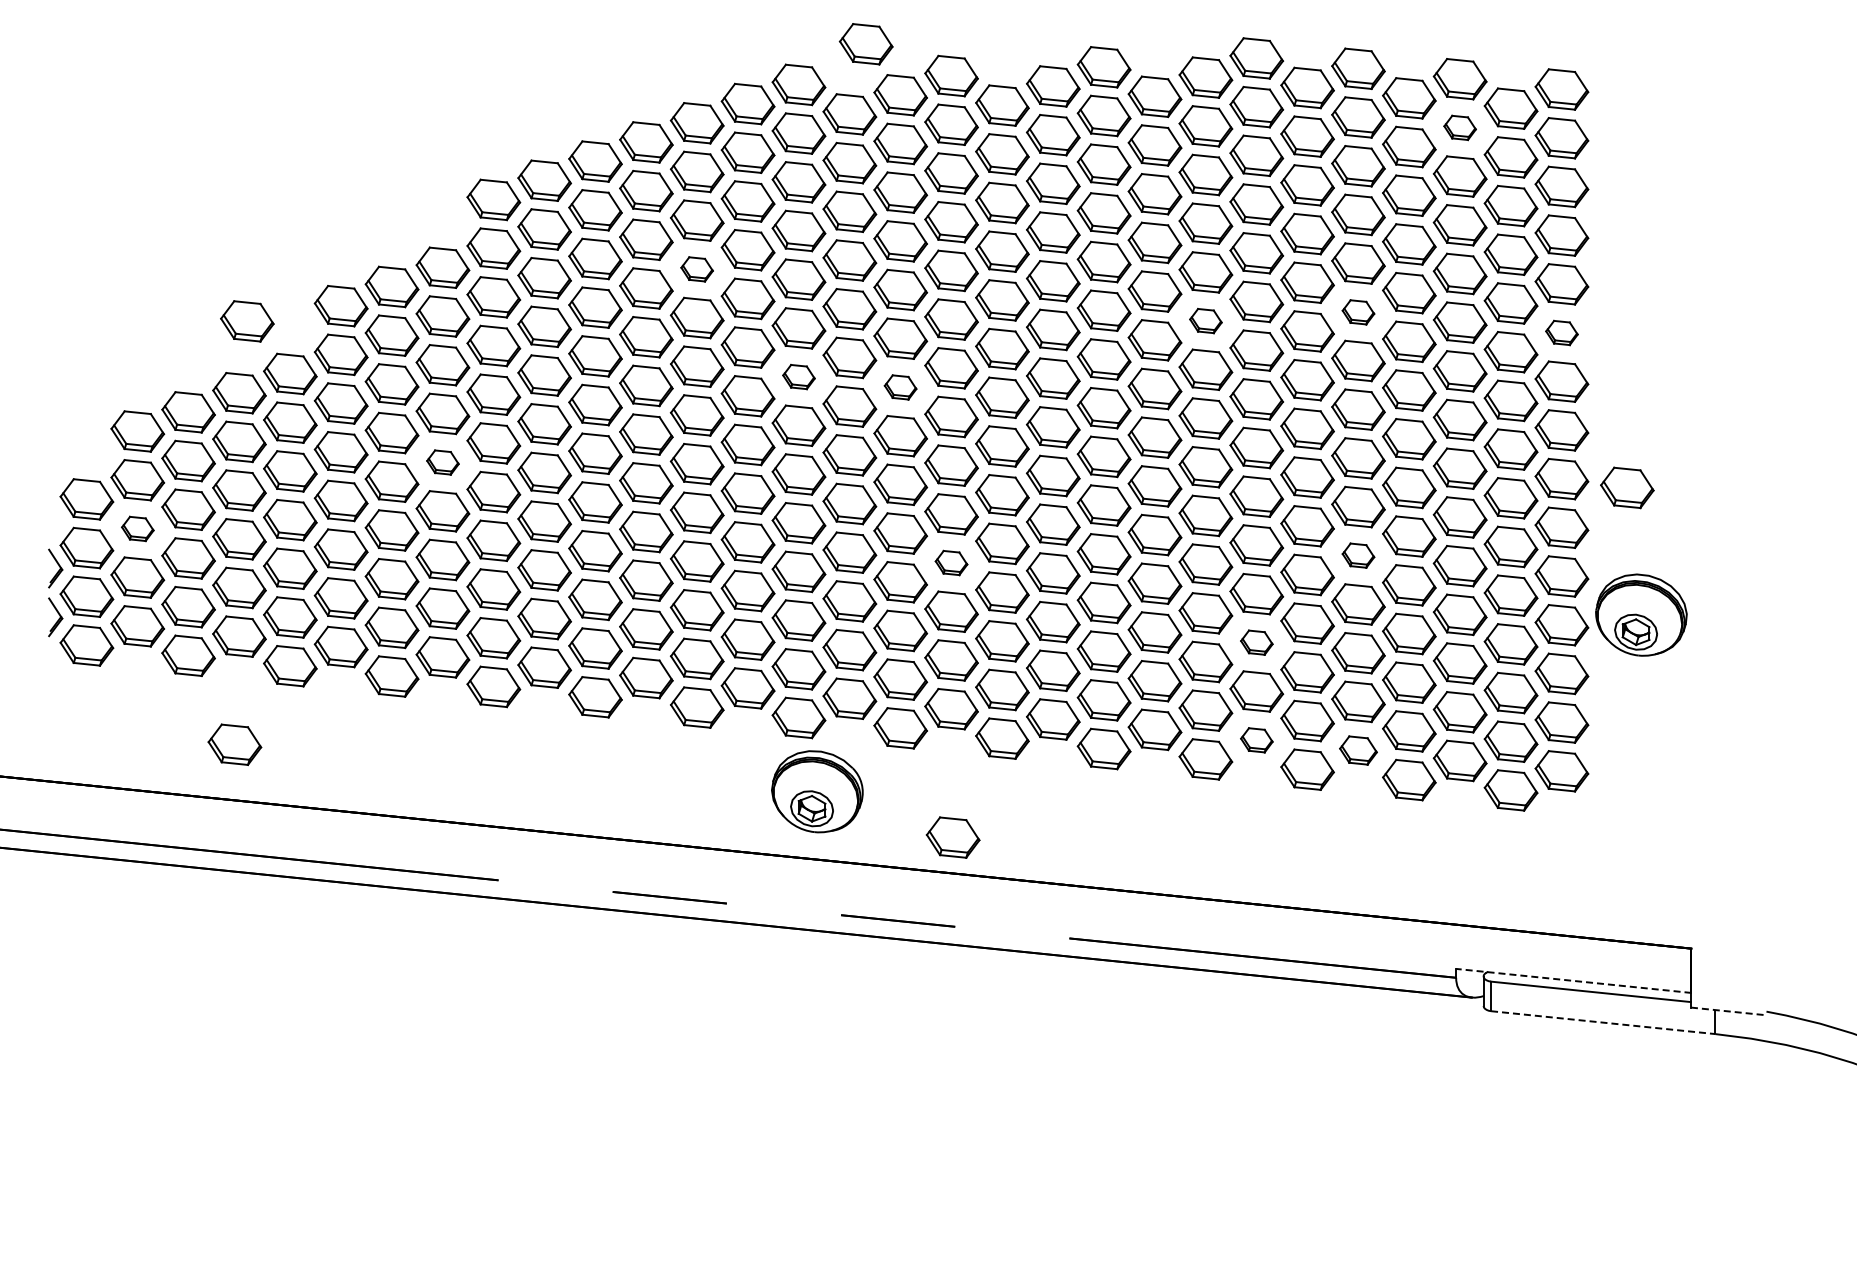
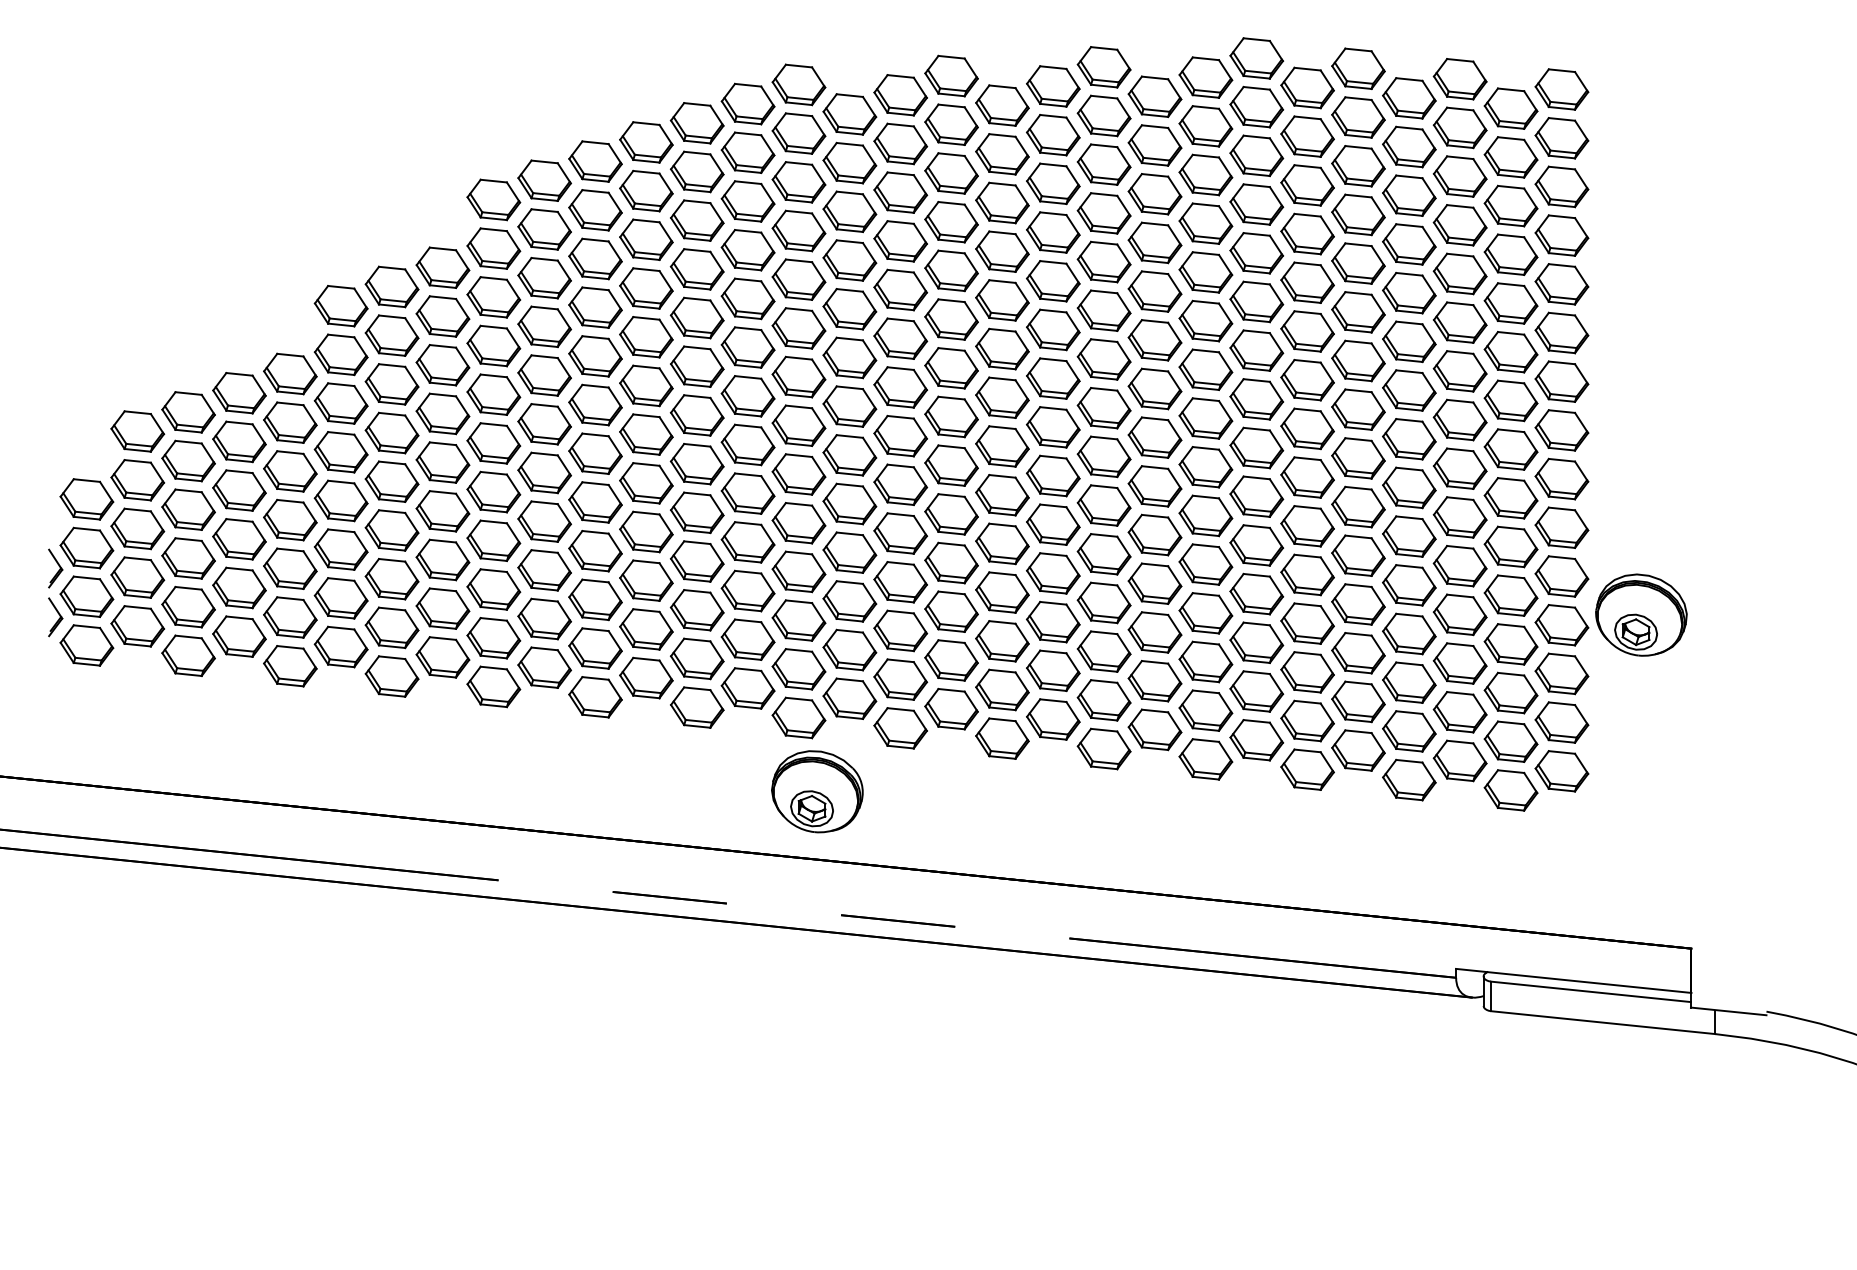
part at (865, 44): present -> none
part at (1459, 127) size: 34x28 px -> 56x44 px
part at (696, 269) size: 34x27 px -> 56x43 px
part at (1358, 312) size: 35x27 px -> 55x43 px
part at (247, 321): present -> none
part at (1205, 321) size: 34x27 px -> 56x44 px
part at (1561, 332) size: 34x28 px -> 56x44 px
part at (798, 377) size: 34x27 px -> 56x44 px
part at (900, 387) size: 35x27 px -> 55x43 px
part at (442, 462) size: 34x27 px -> 56x43 px
part at (1627, 487): present -> none
part at (137, 528) size: 34x28 px -> 56x44 px
part at (1358, 555) size: 35x27 px -> 55x43 px
part at (951, 562) size: 35x28 px -> 55x44 px
part at (1256, 642) size: 34x27 px -> 56x43 px
part at (1256, 740) size: 34x27 px -> 56x43 px
part at (234, 744): present -> none
part at (1358, 750) size: 39x31 px -> 55x43 px
part at (952, 837): present -> none
line at (1573, 980): dashed -> solid
line at (1728, 1011): dashed -> solid
line at (1603, 1022): dashed -> solid
